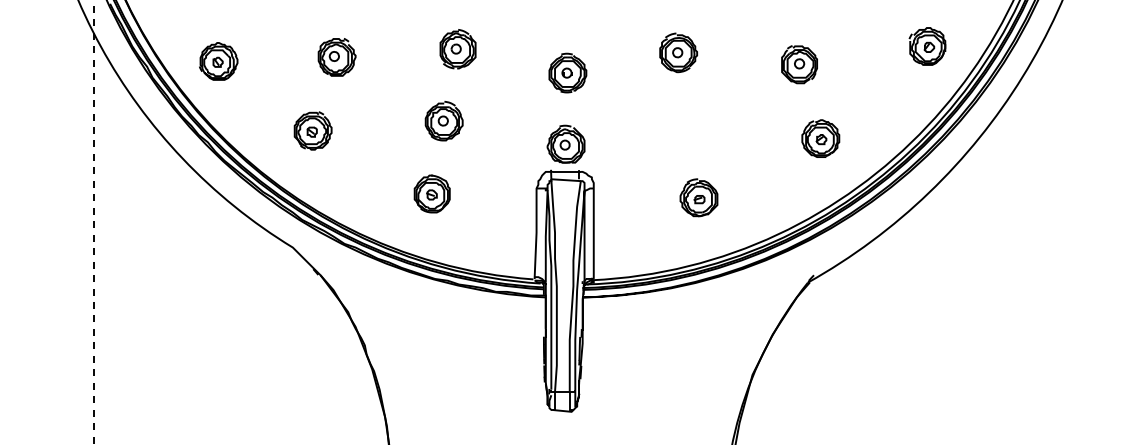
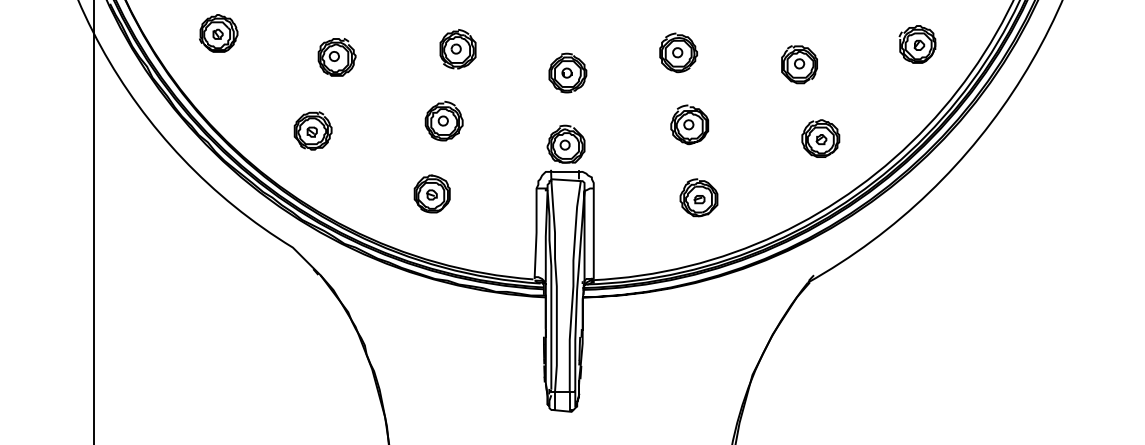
part at (927, 46) position: (927, 46) -> (917, 44)
part at (218, 61) position: (218, 61) -> (218, 33)
part at (689, 124): none -> present
line at (93, 221): dashed -> solid
